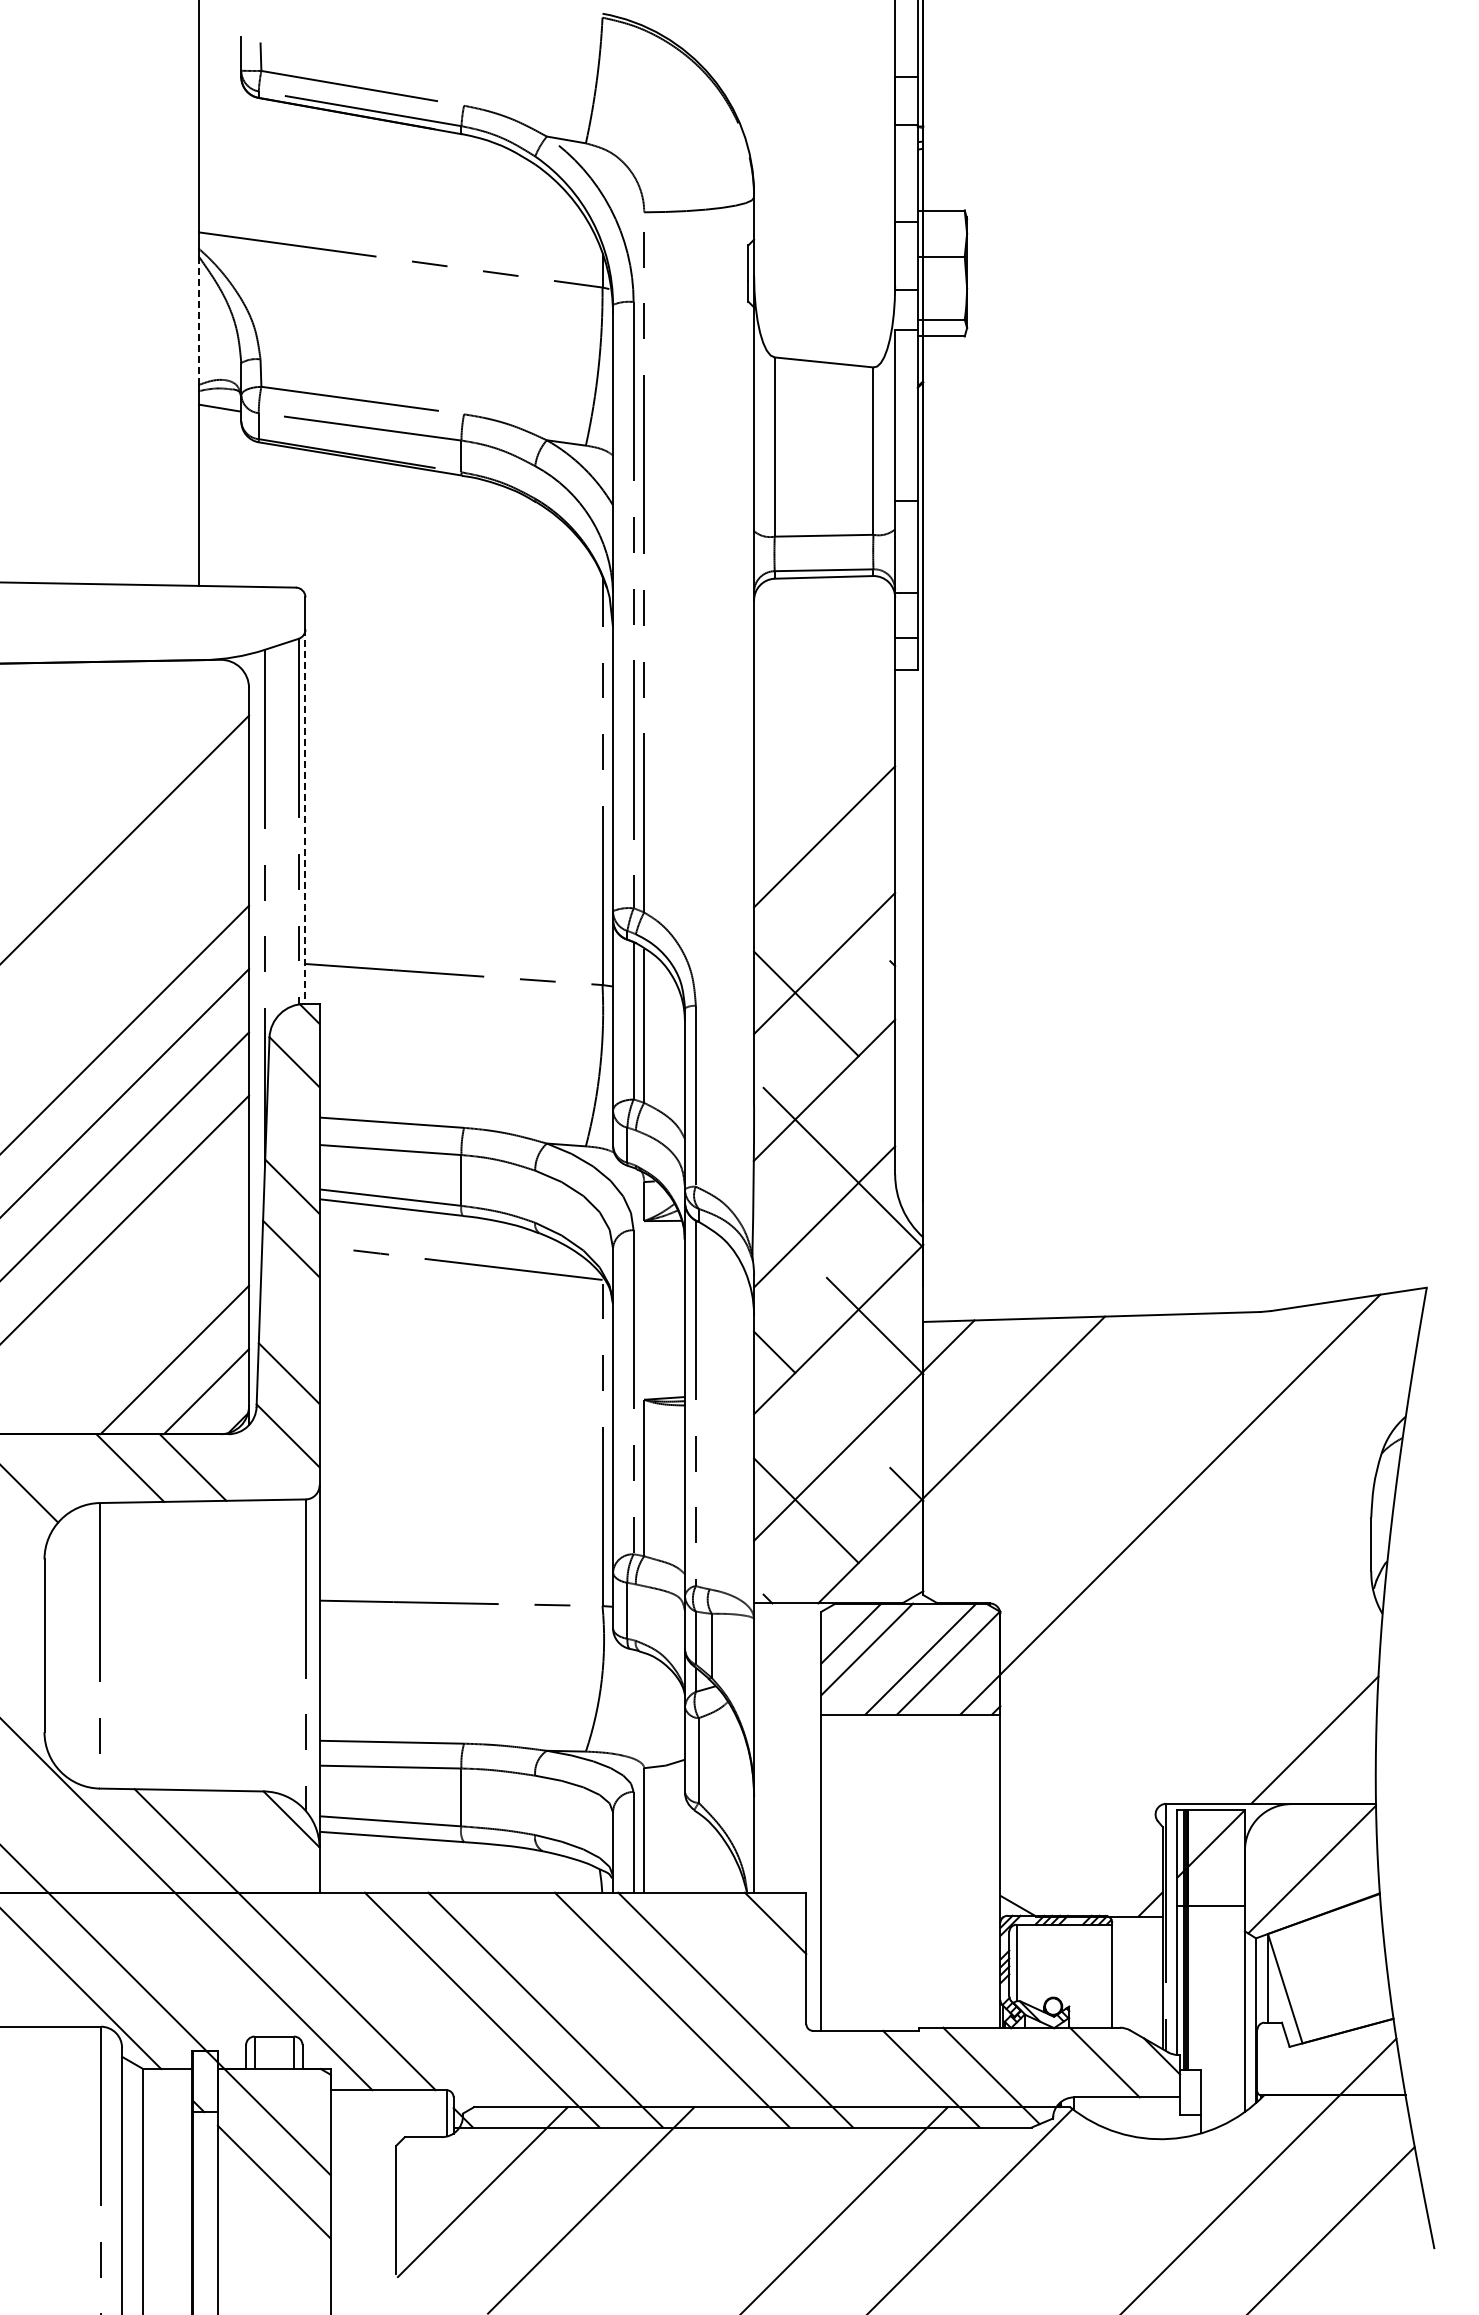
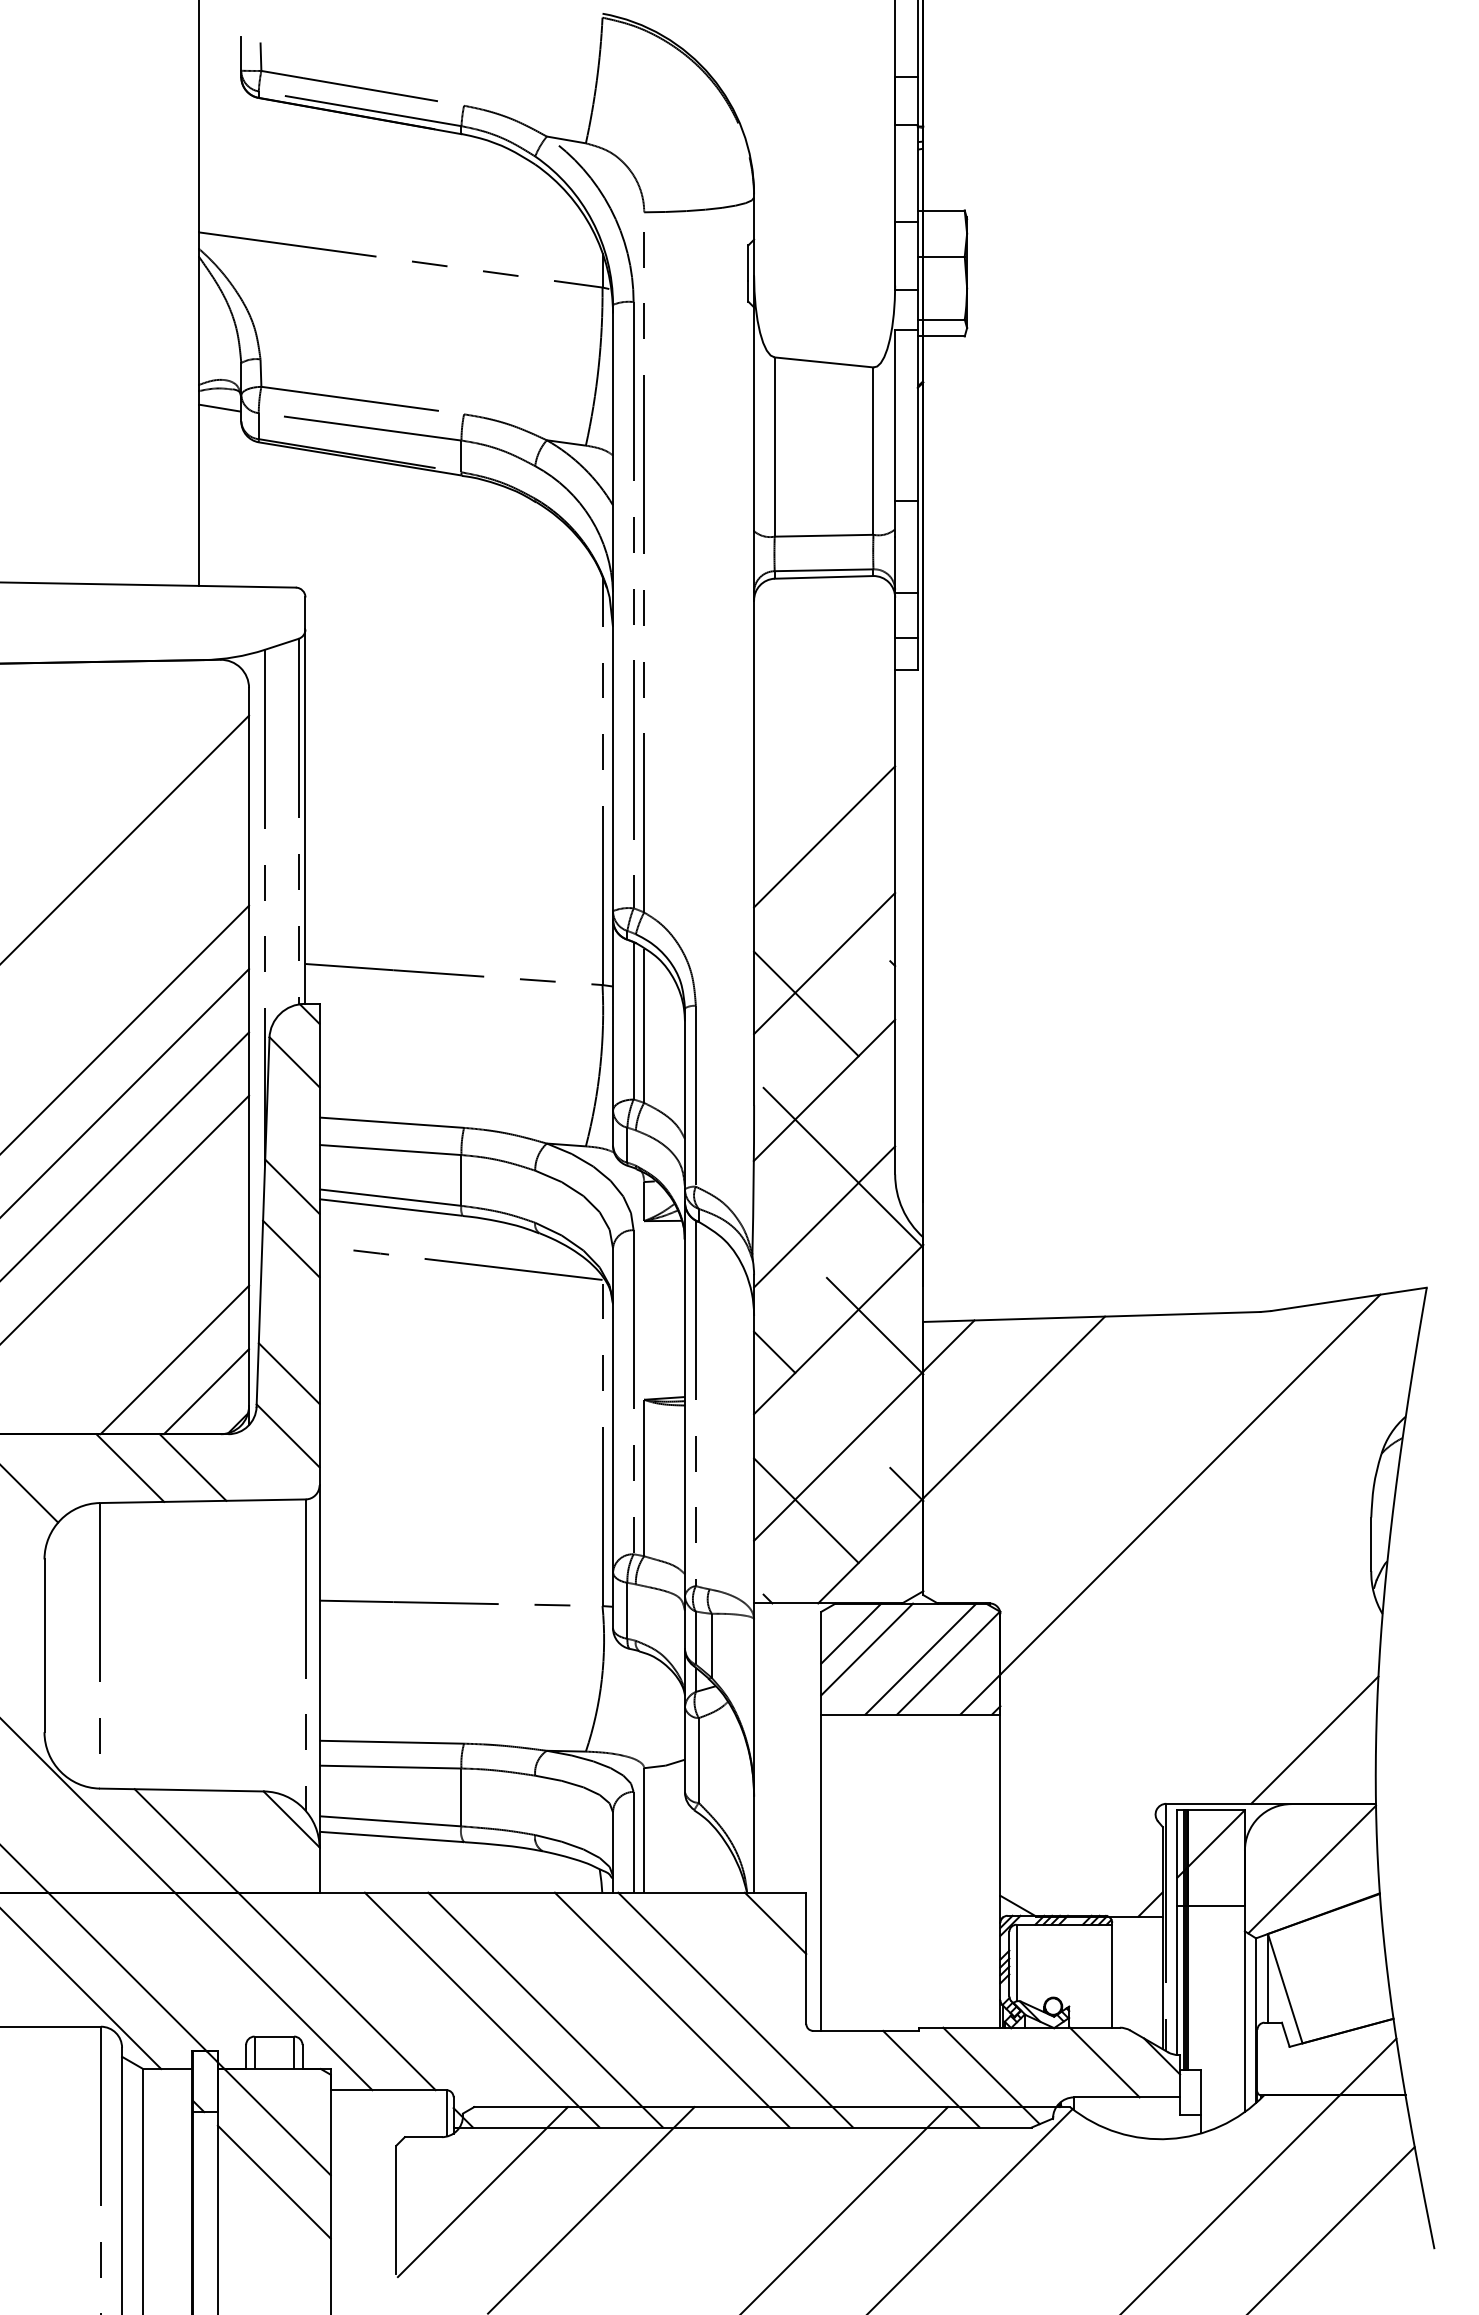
line at (198, 321): dashed -> solid
line at (305, 817): dashed -> solid
